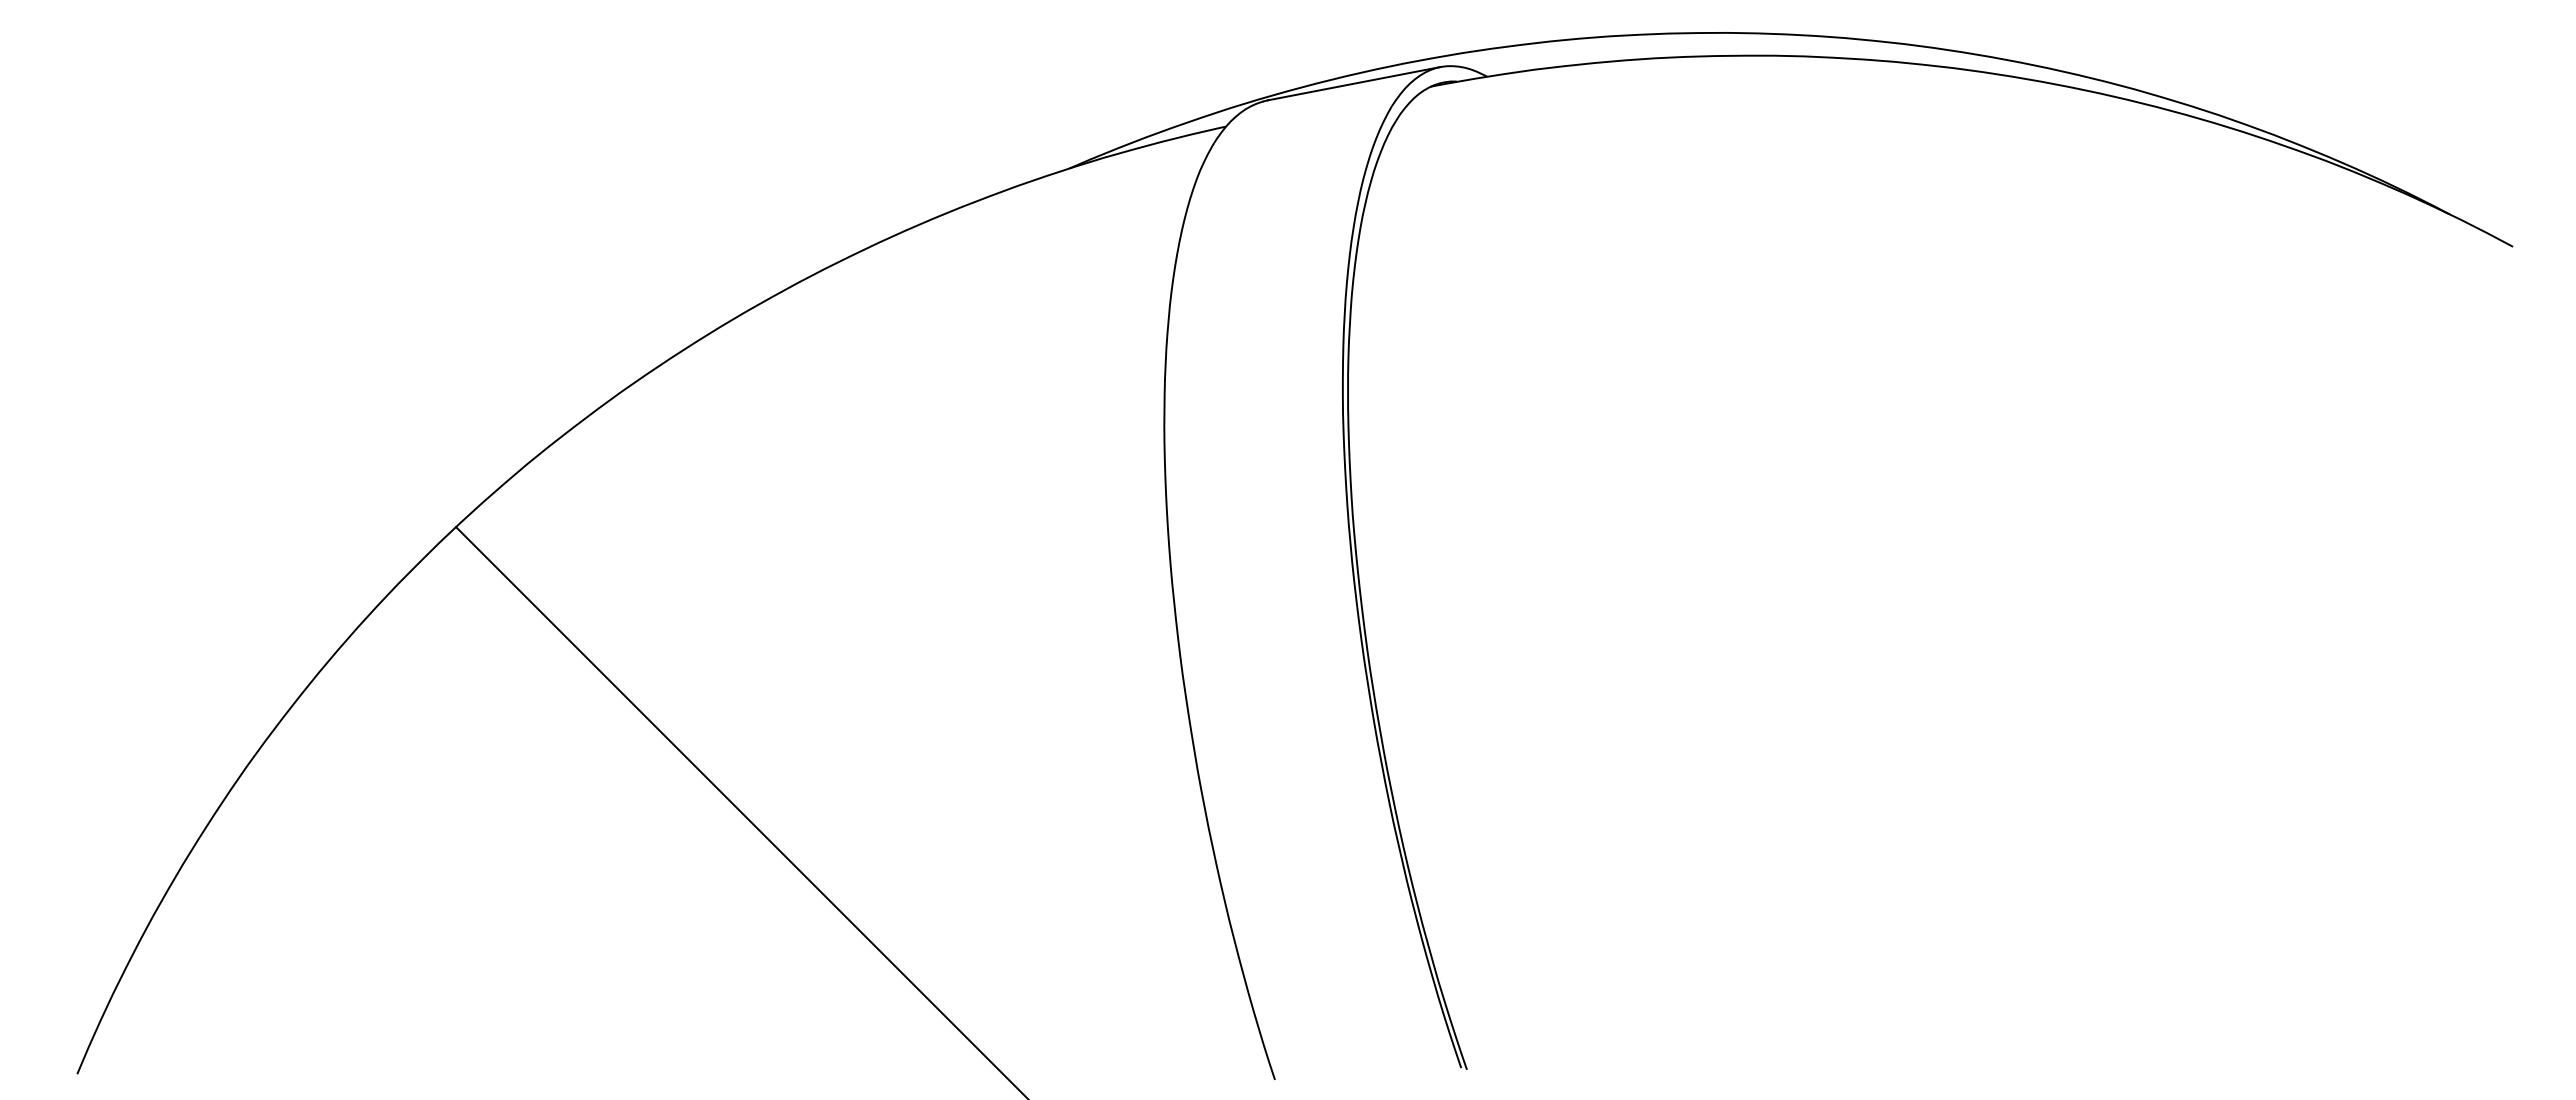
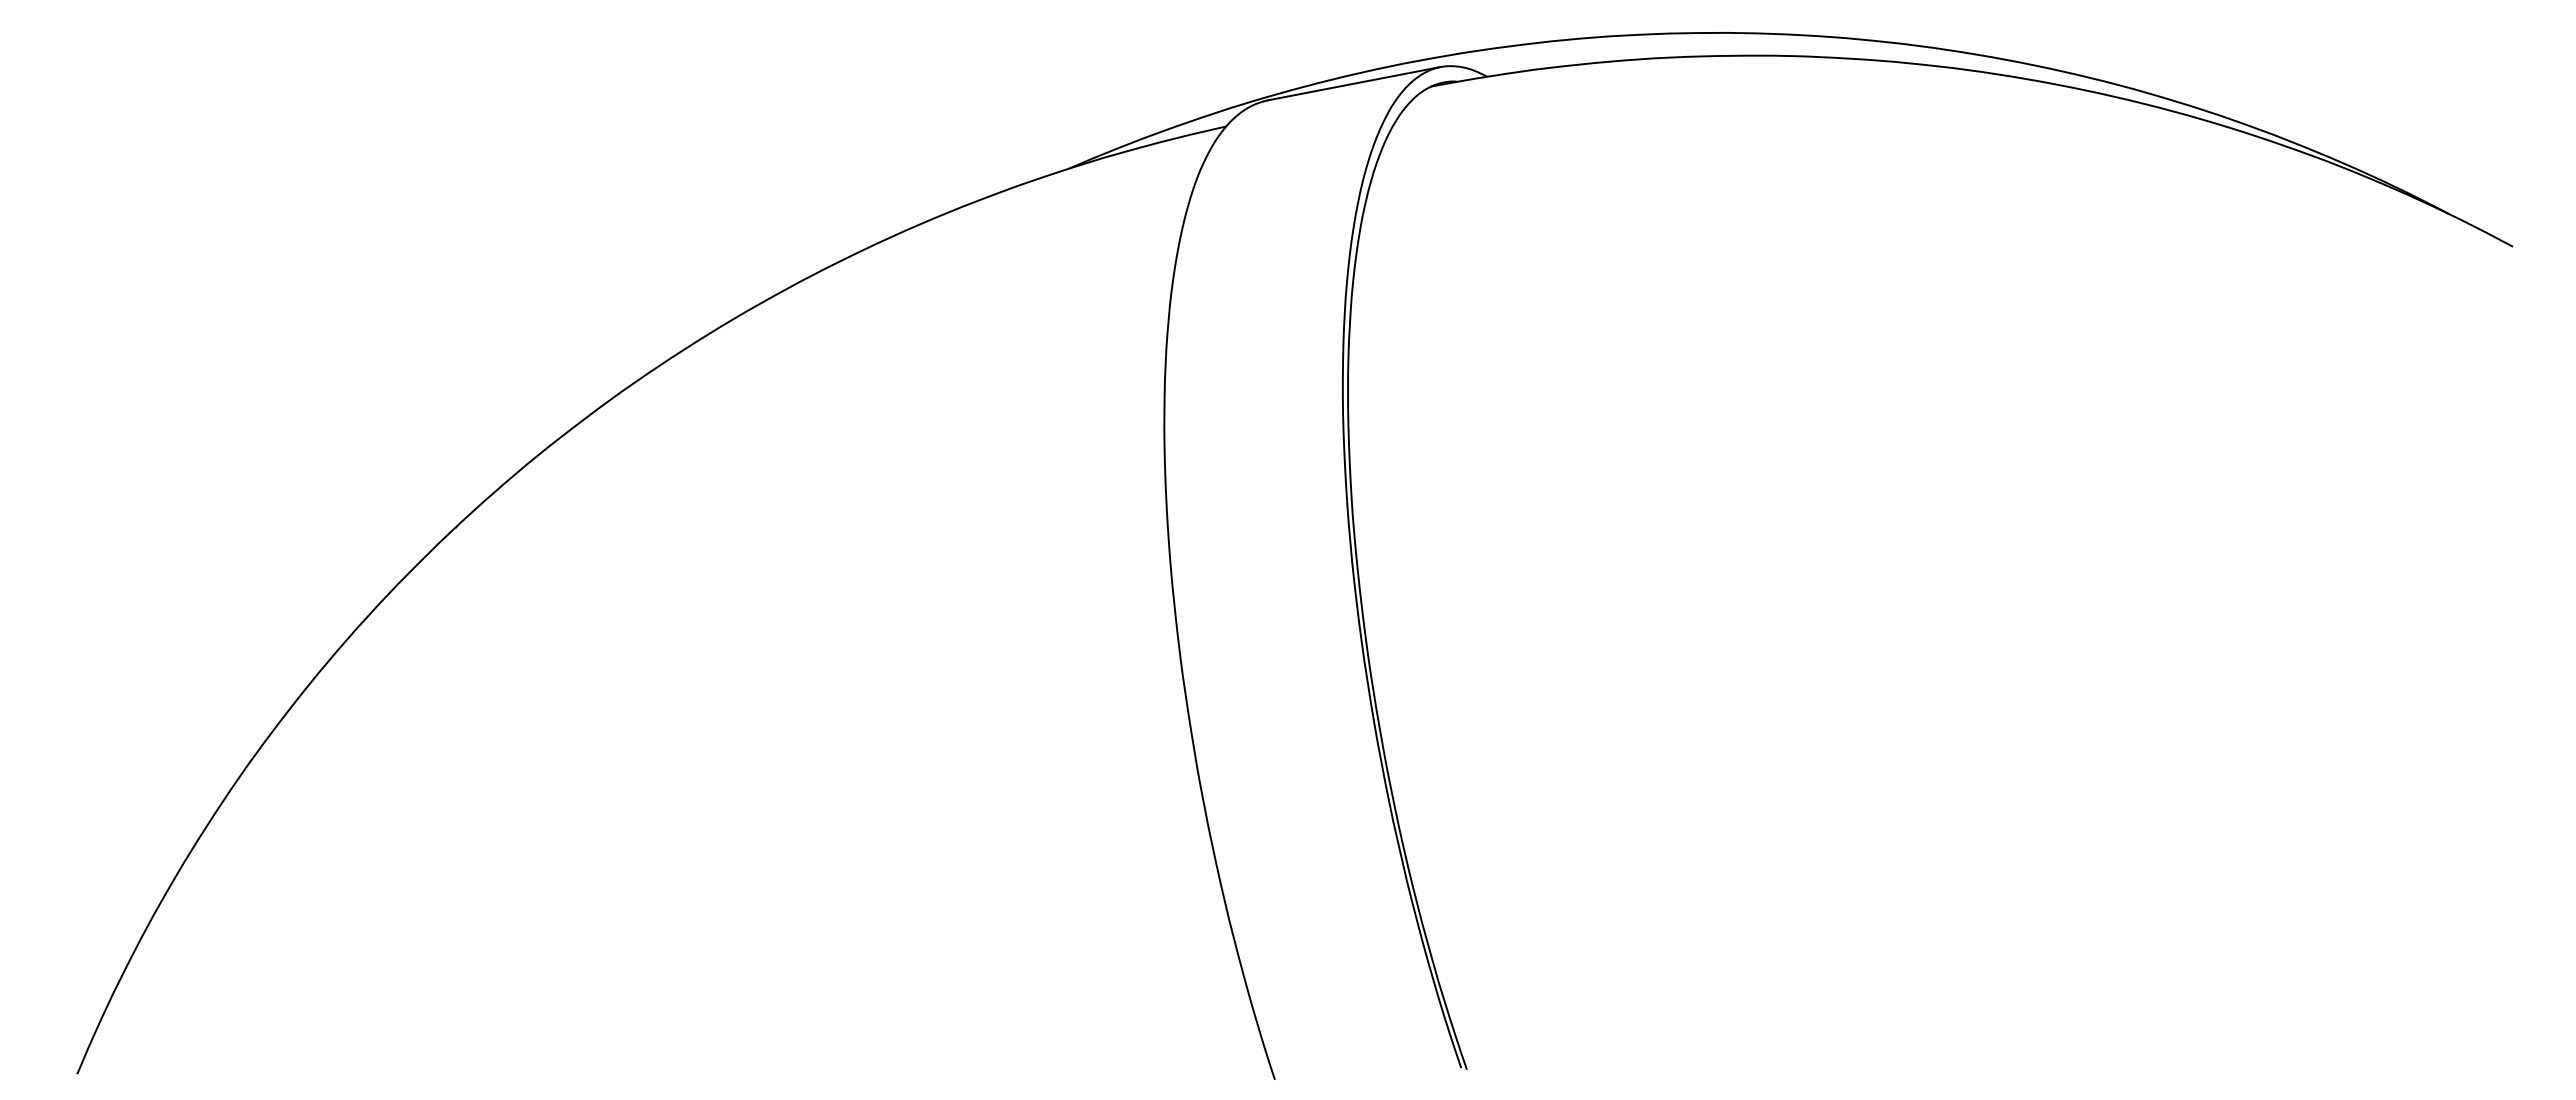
line at (740, 811): present -> none
